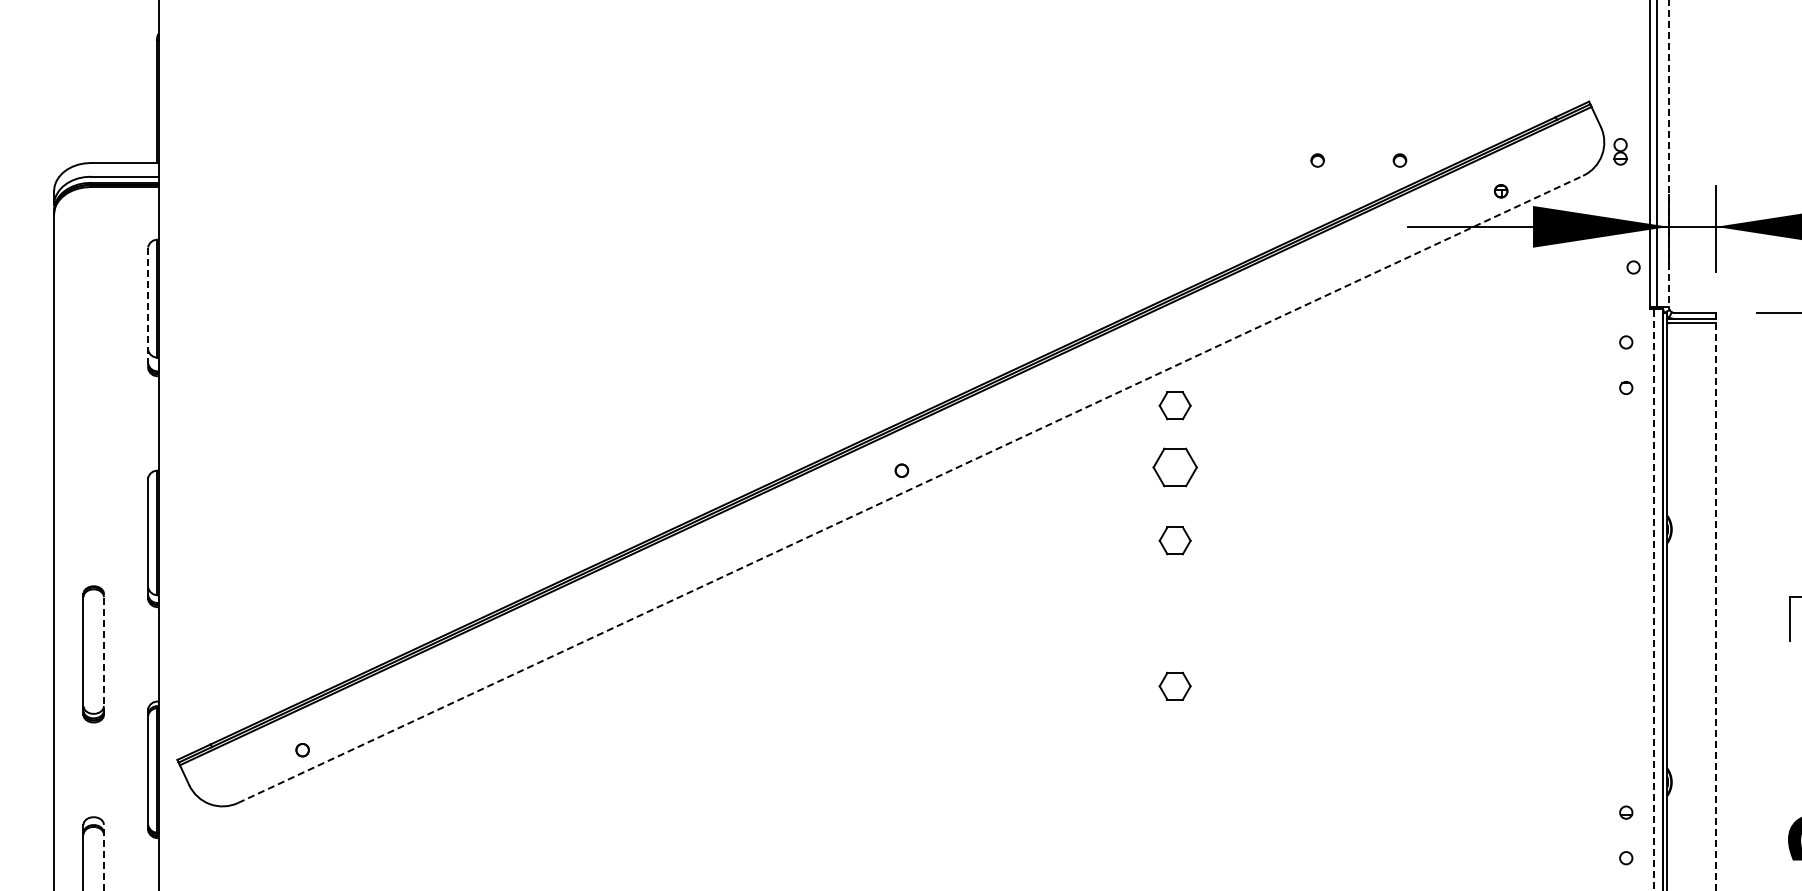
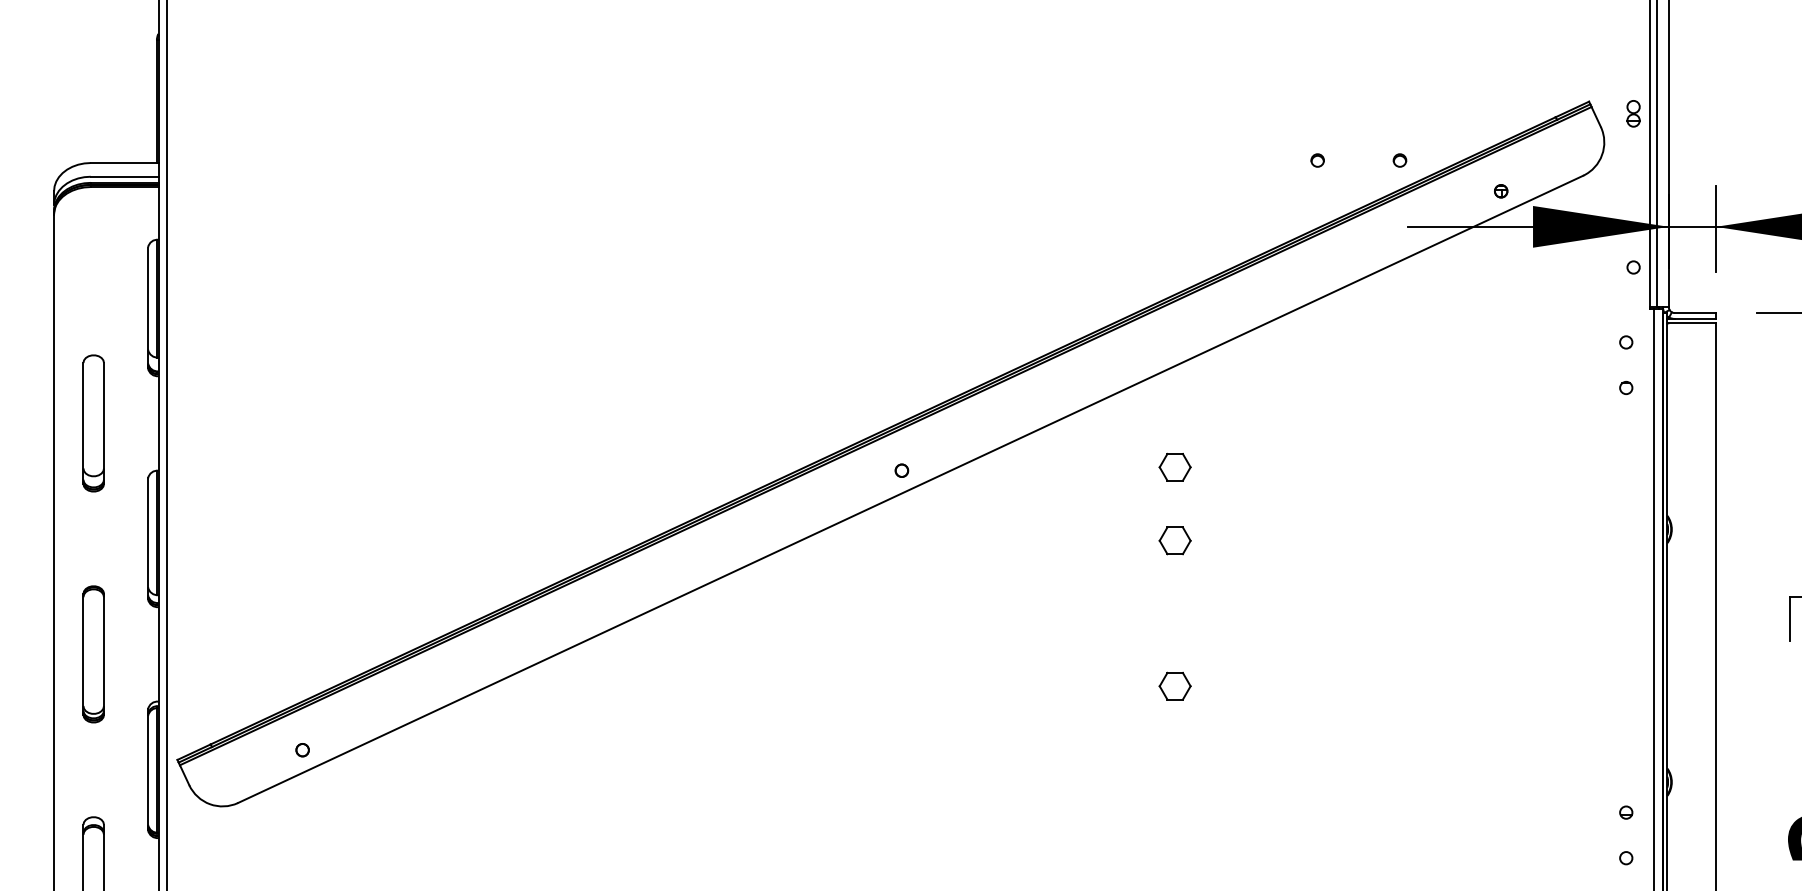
part at (1620, 151) position: (1620, 151) -> (1633, 113)
line at (1668, 154): dashed -> solid
line at (148, 308): dashed -> solid
part at (1174, 405): present -> none
part at (93, 423): none -> present
line at (167, 444): none -> present
part at (1174, 467) size: 46x41 px -> 34x30 px
line at (911, 489): dashed -> solid
line at (1654, 599): dashed -> solid
line at (1715, 607): dashed -> solid
line at (104, 653): dashed -> solid
line at (104, 857): dashed -> solid
